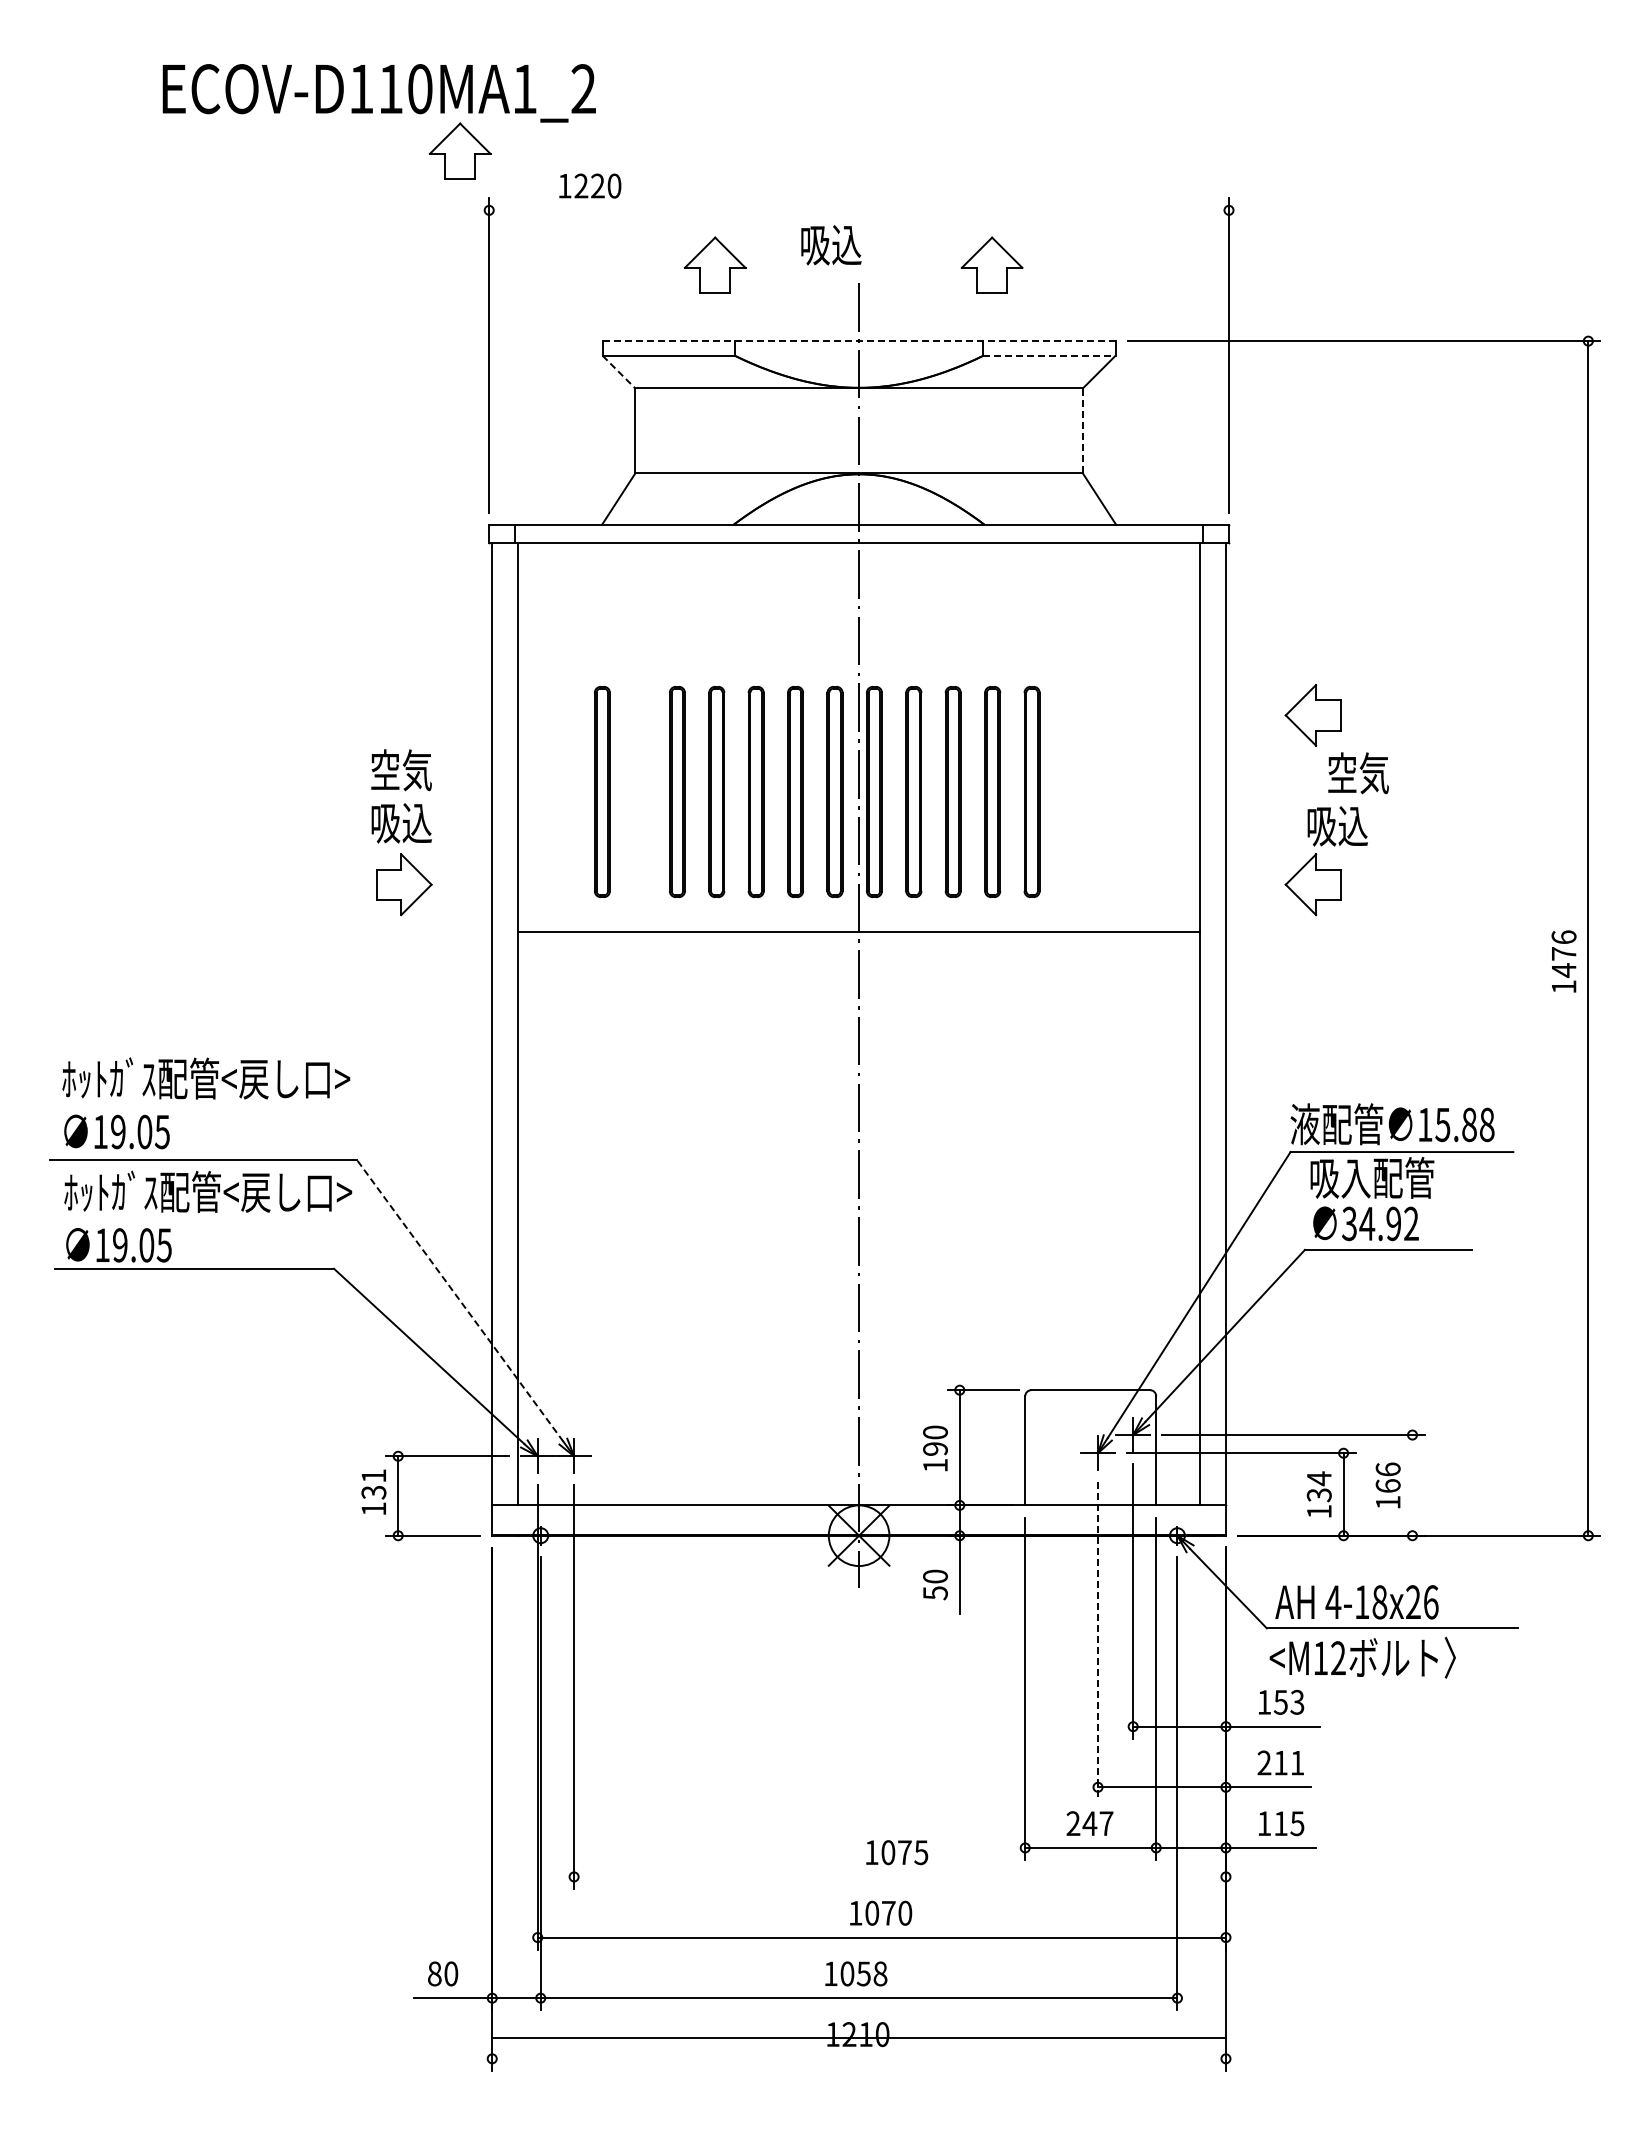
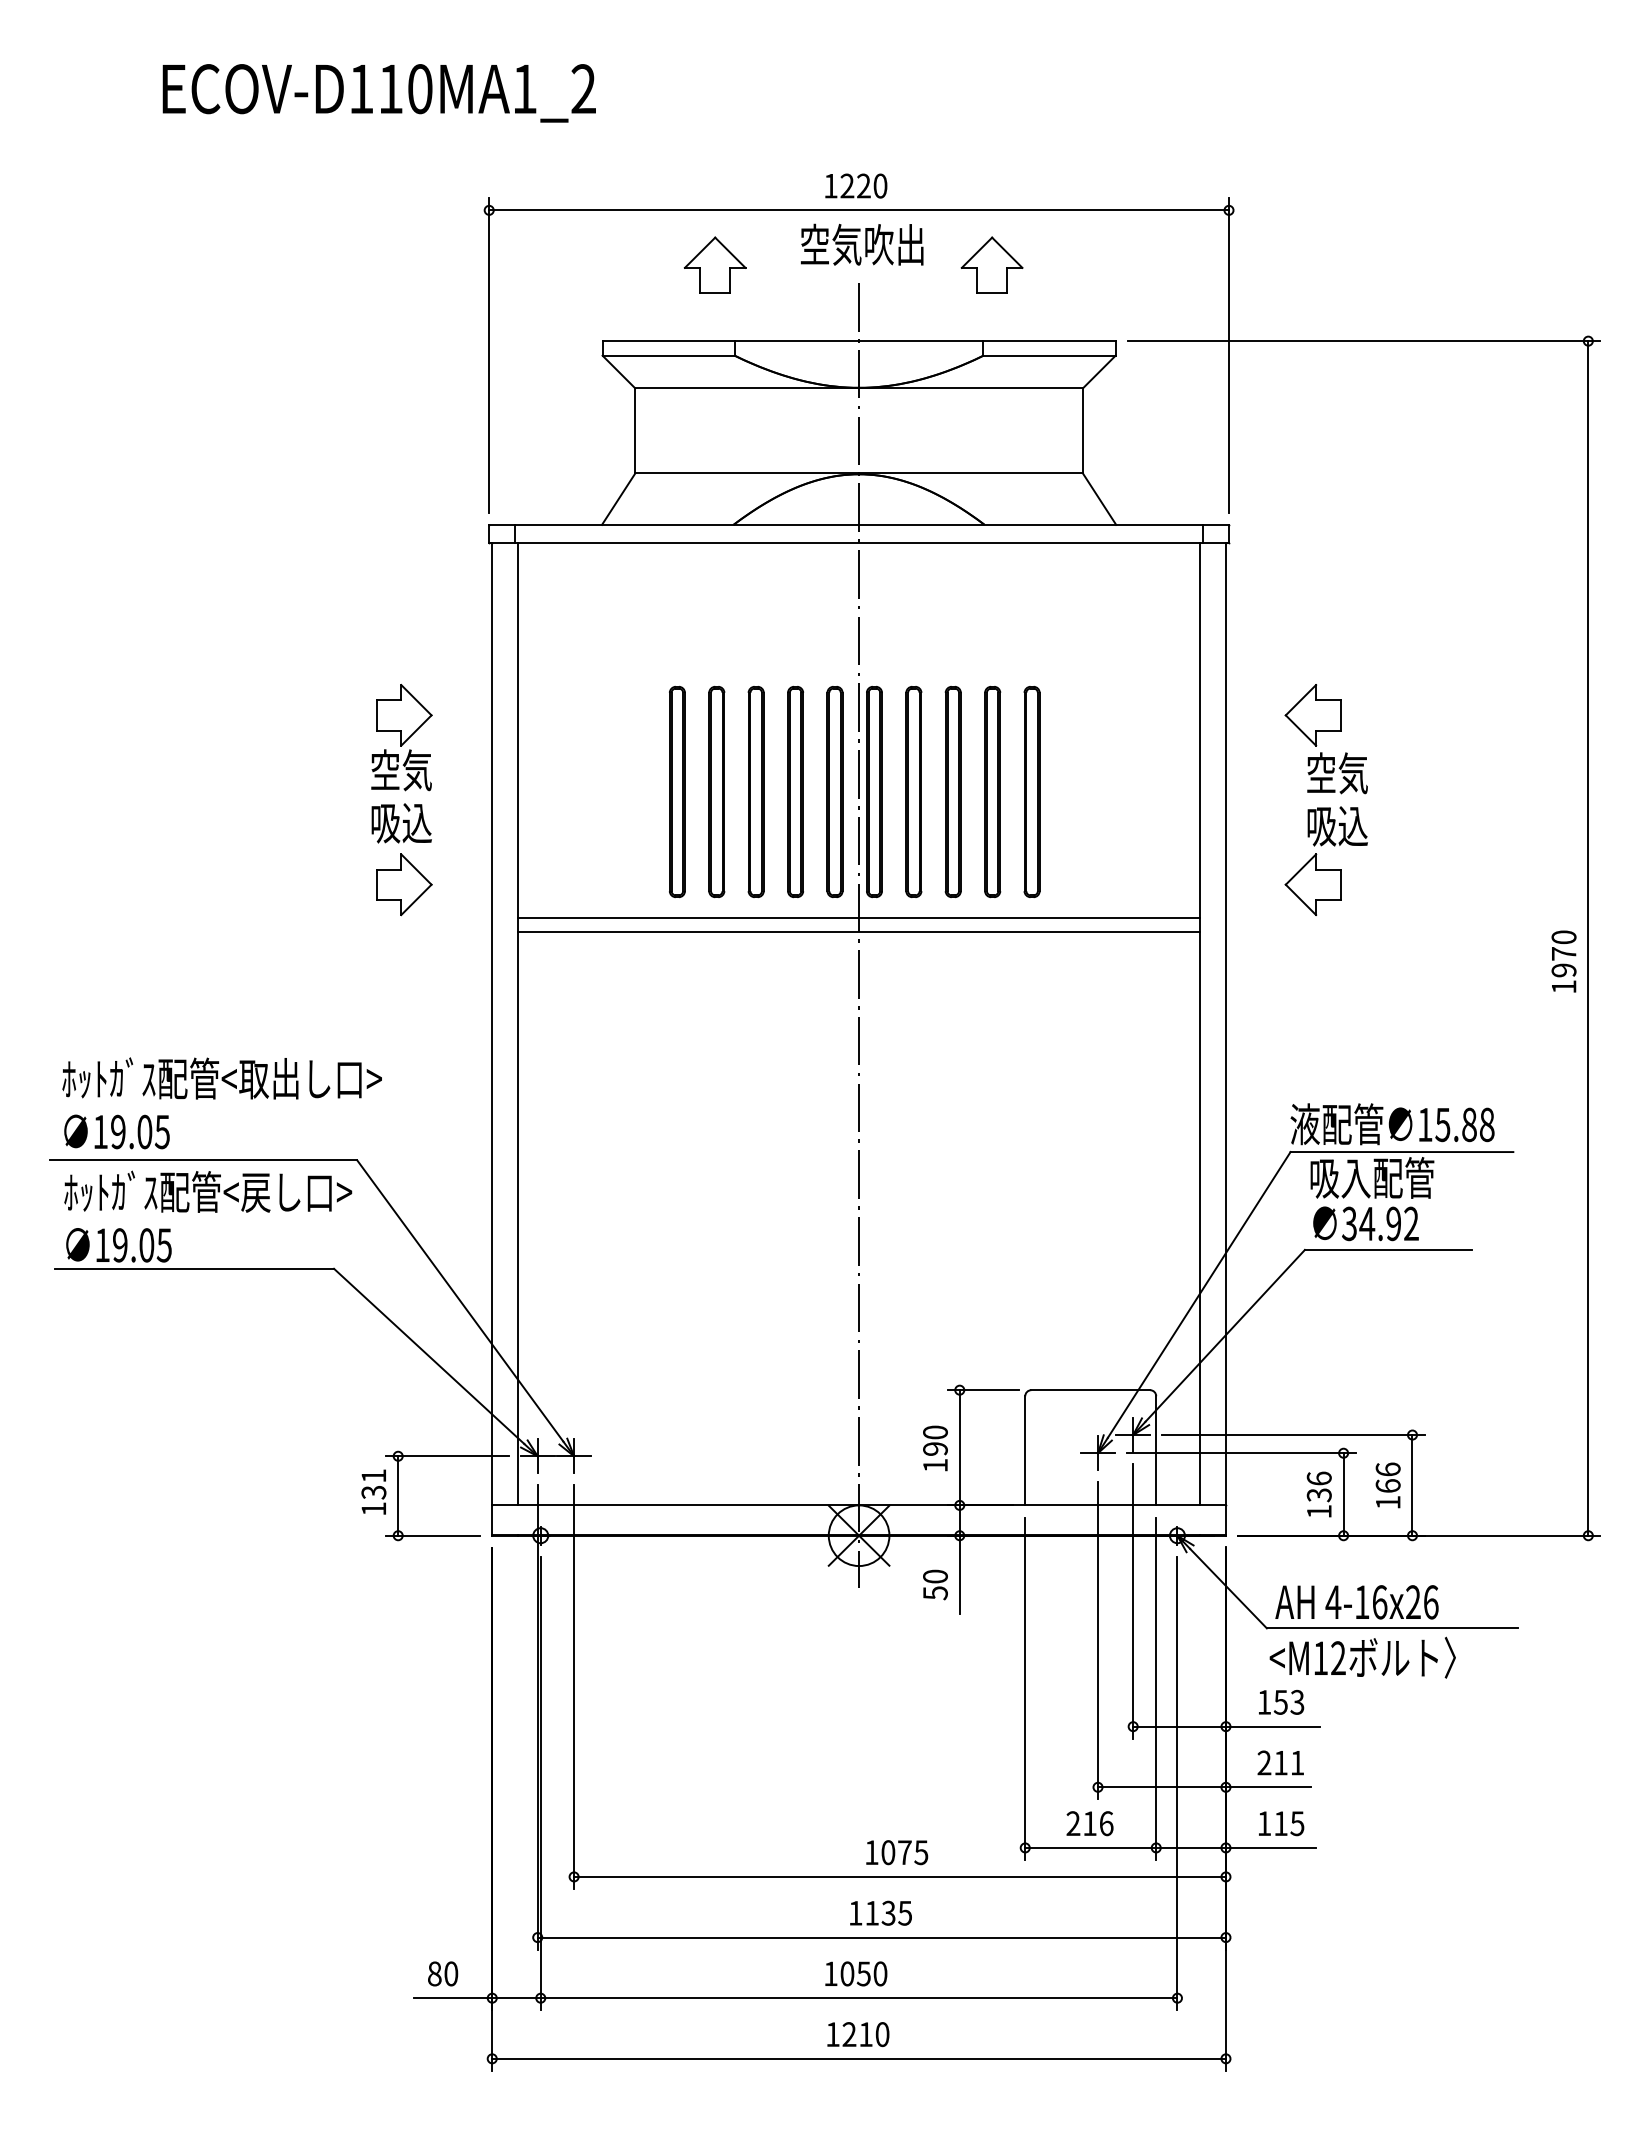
part at (459, 150): present -> none
text at (590, 185) position: (590, 185) -> (856, 185)
line at (858, 210): none -> present
text at (861, 244): 吸込 -> 空気吹出
line at (859, 341): dashed -> solid
line at (1050, 355): dashed -> solid
line at (619, 372): dashed -> solid
line at (1082, 430): dashed -> solid
part at (404, 715): none -> present
text at (1358, 773) position: (1358, 773) -> (1337, 773)
part at (602, 791): present -> none
line at (858, 918): none -> present
text at (1563, 953): 1476 -> 1970
text at (310, 1078): ﾎｯﾄｶﾞｽ配管<戻し口> -> ﾎｯﾄｶﾞｽ配管<取出し口>
line at (460, 1300): dashed -> solid
text at (1318, 1478): 134 -> 136
line at (1412, 1485): none -> present
text at (1379, 1602): 4-18x26 -> 4-16x26
line at (1098, 1640): dashed -> solid
text at (1097, 1823): 247 -> 216
line at (899, 1876): none -> present
text at (888, 1912): 1070 -> 1135
text at (880, 1974): 1058 -> 1050
line at (858, 2037) position: (858, 2037) -> (858, 2058)
